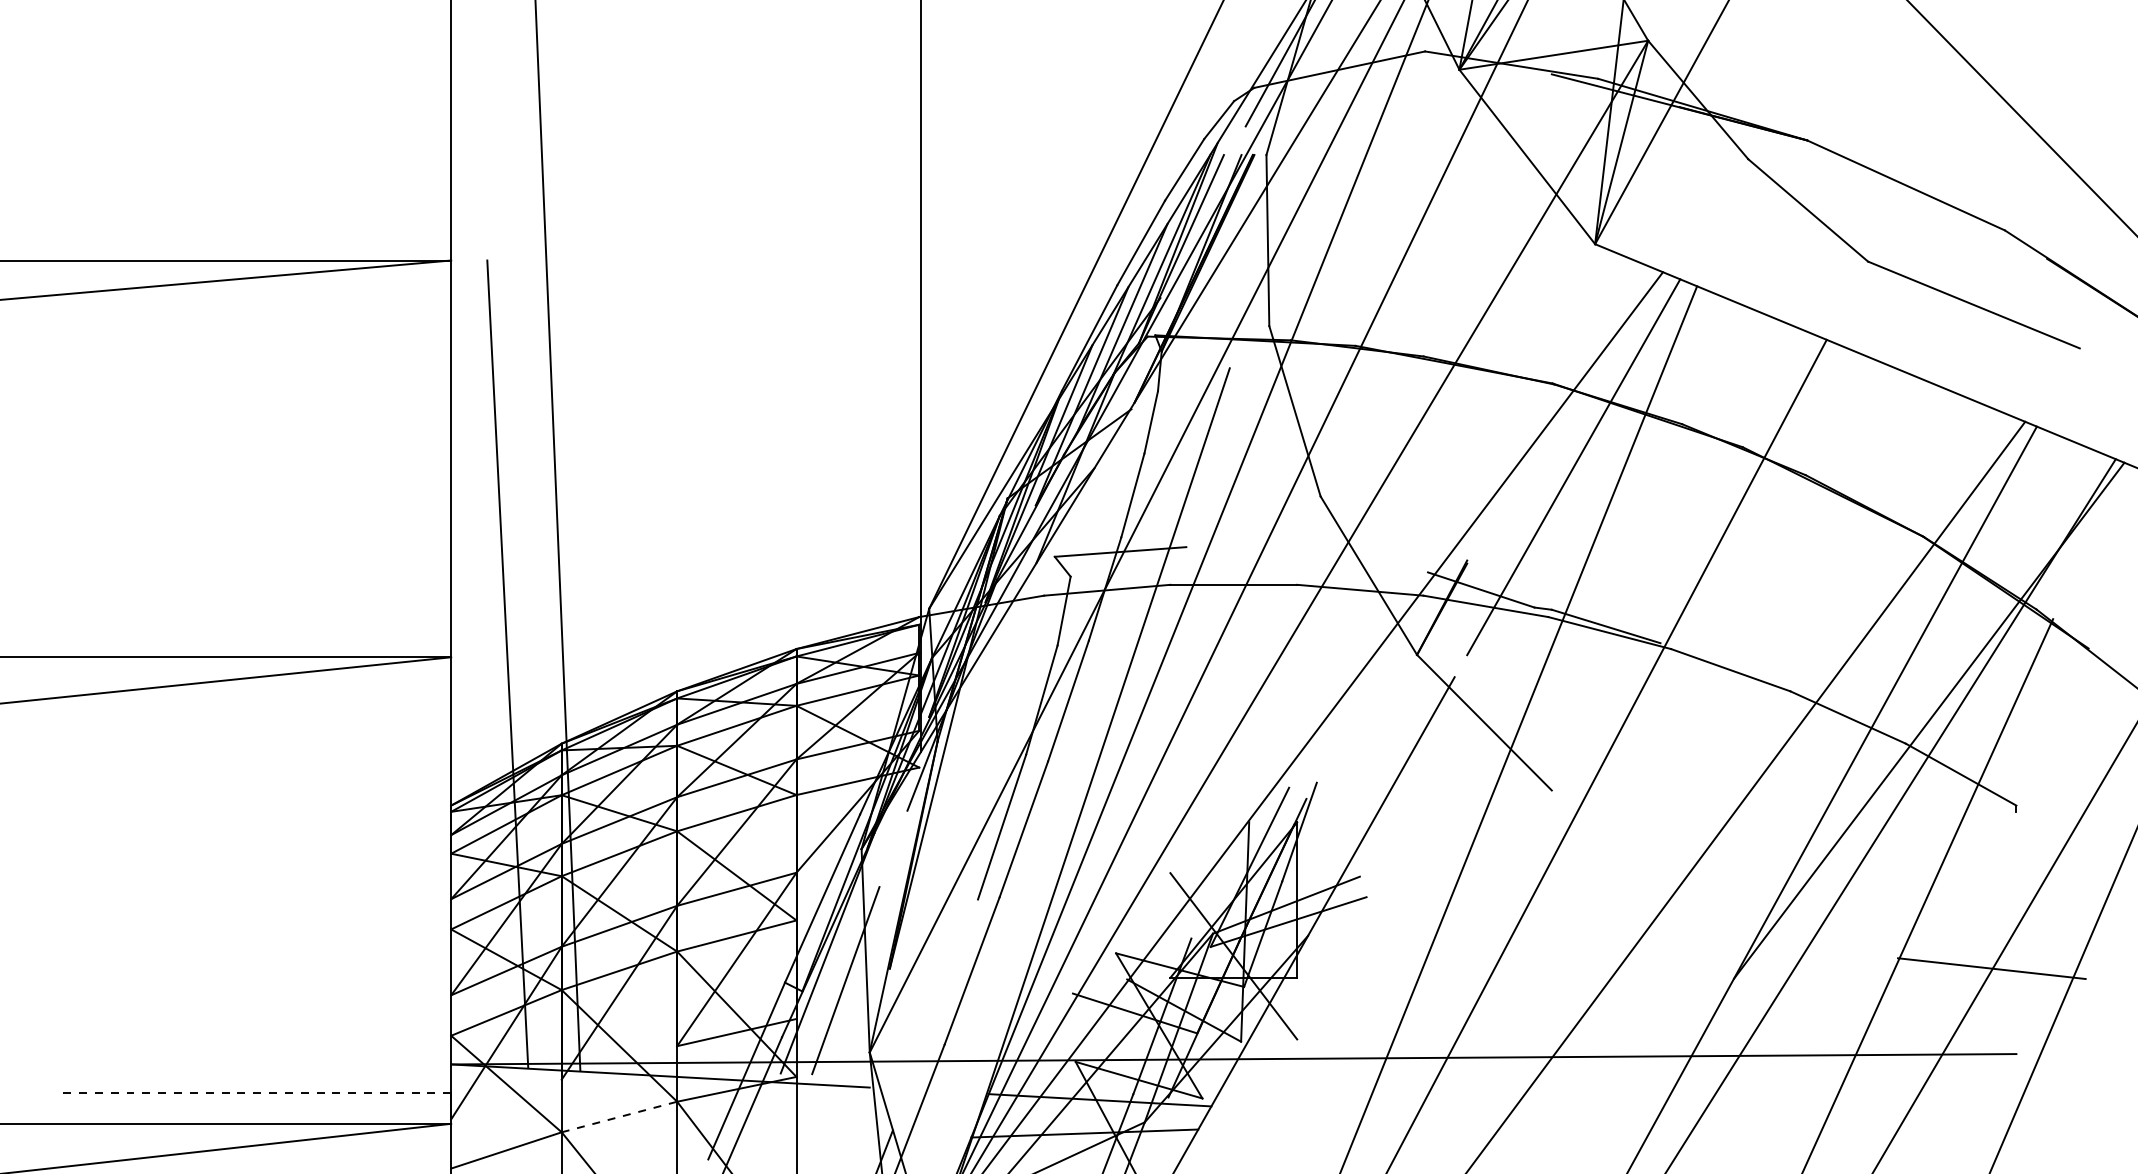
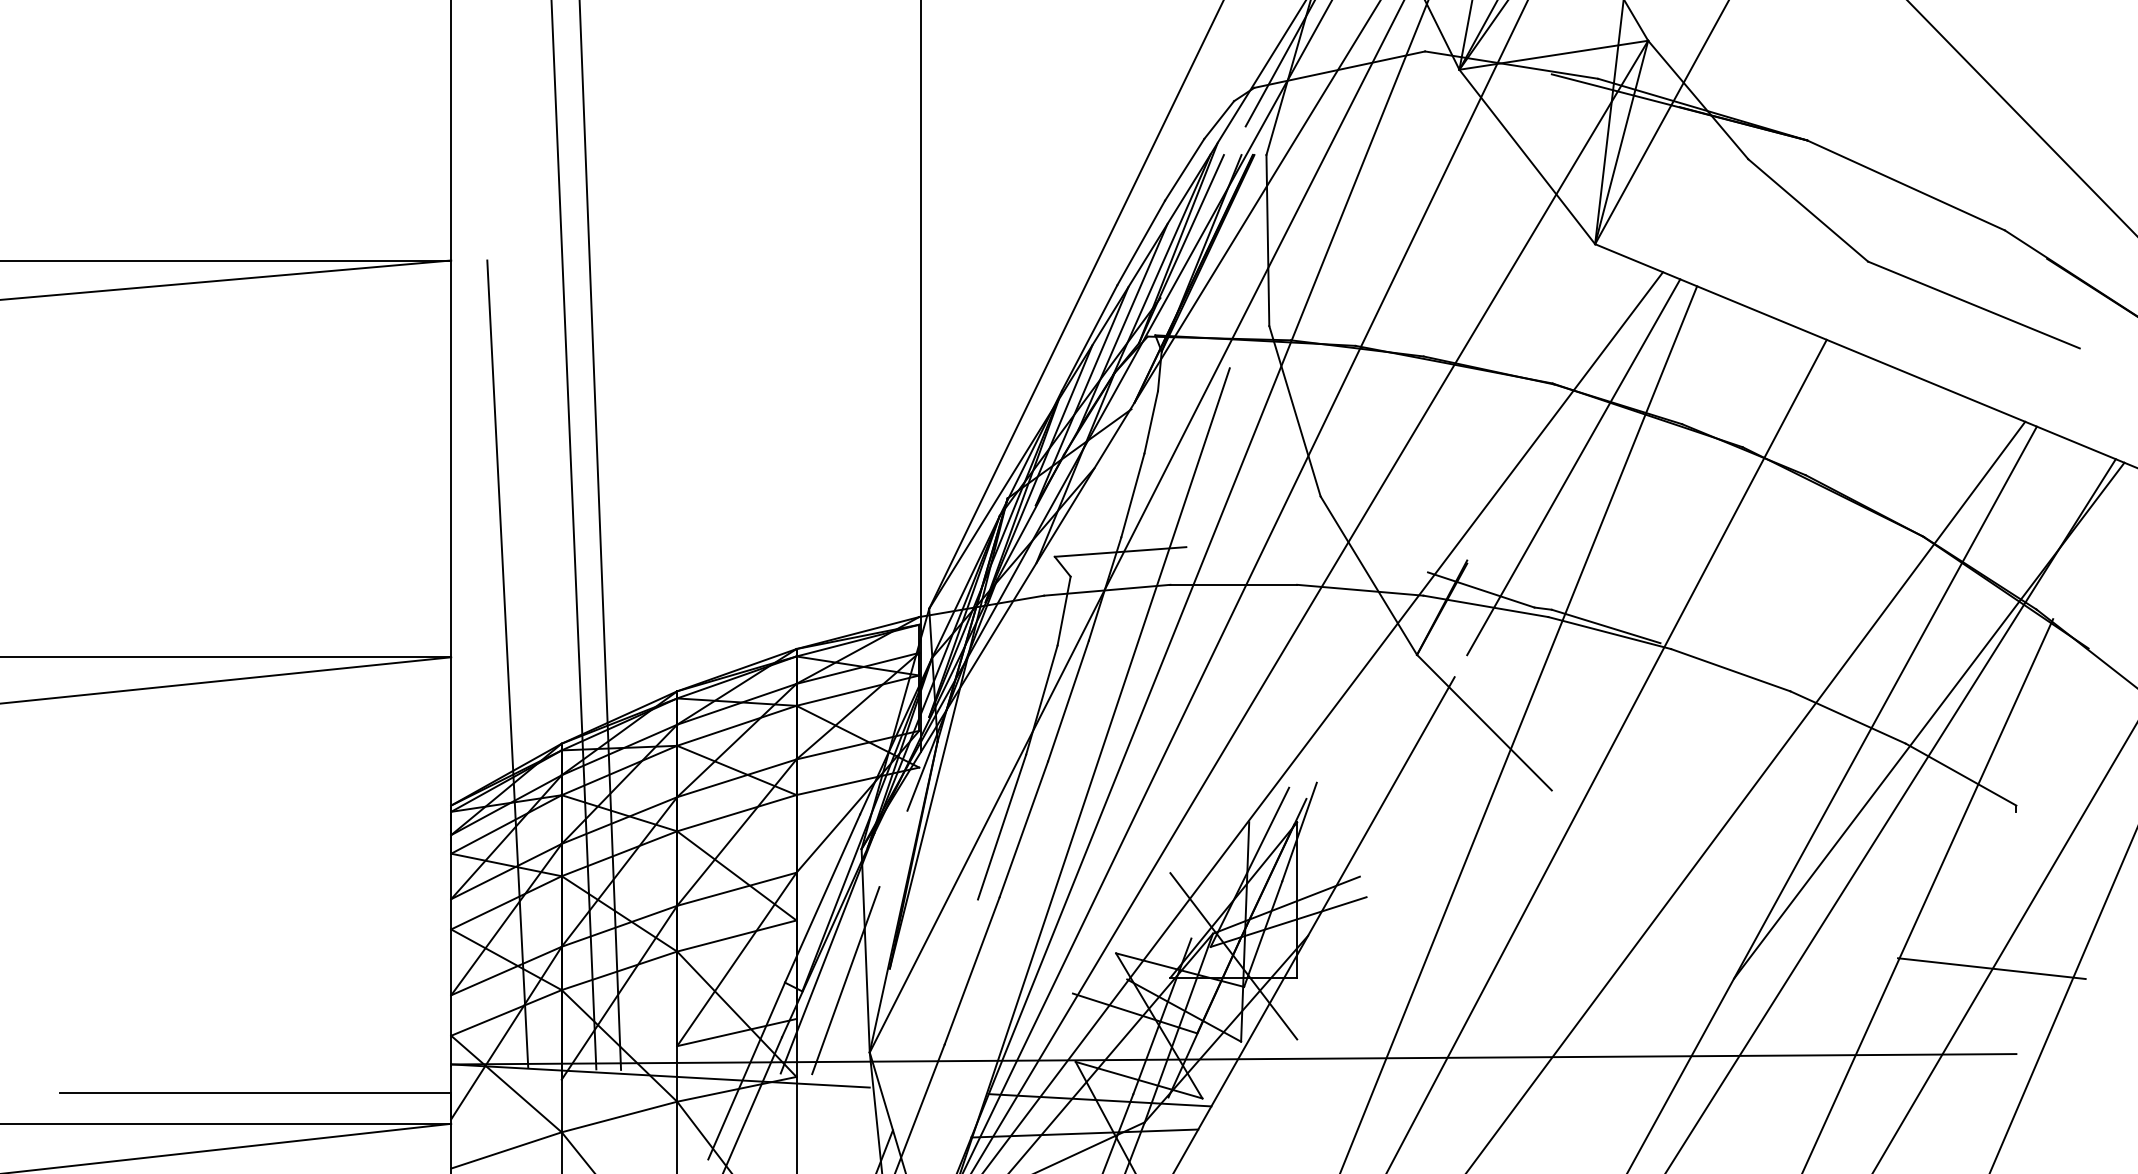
line at (600, 535): none -> present
line at (557, 536) position: (557, 536) -> (573, 535)
line at (255, 1093): dashed -> solid
line at (619, 1117): dashed -> solid
